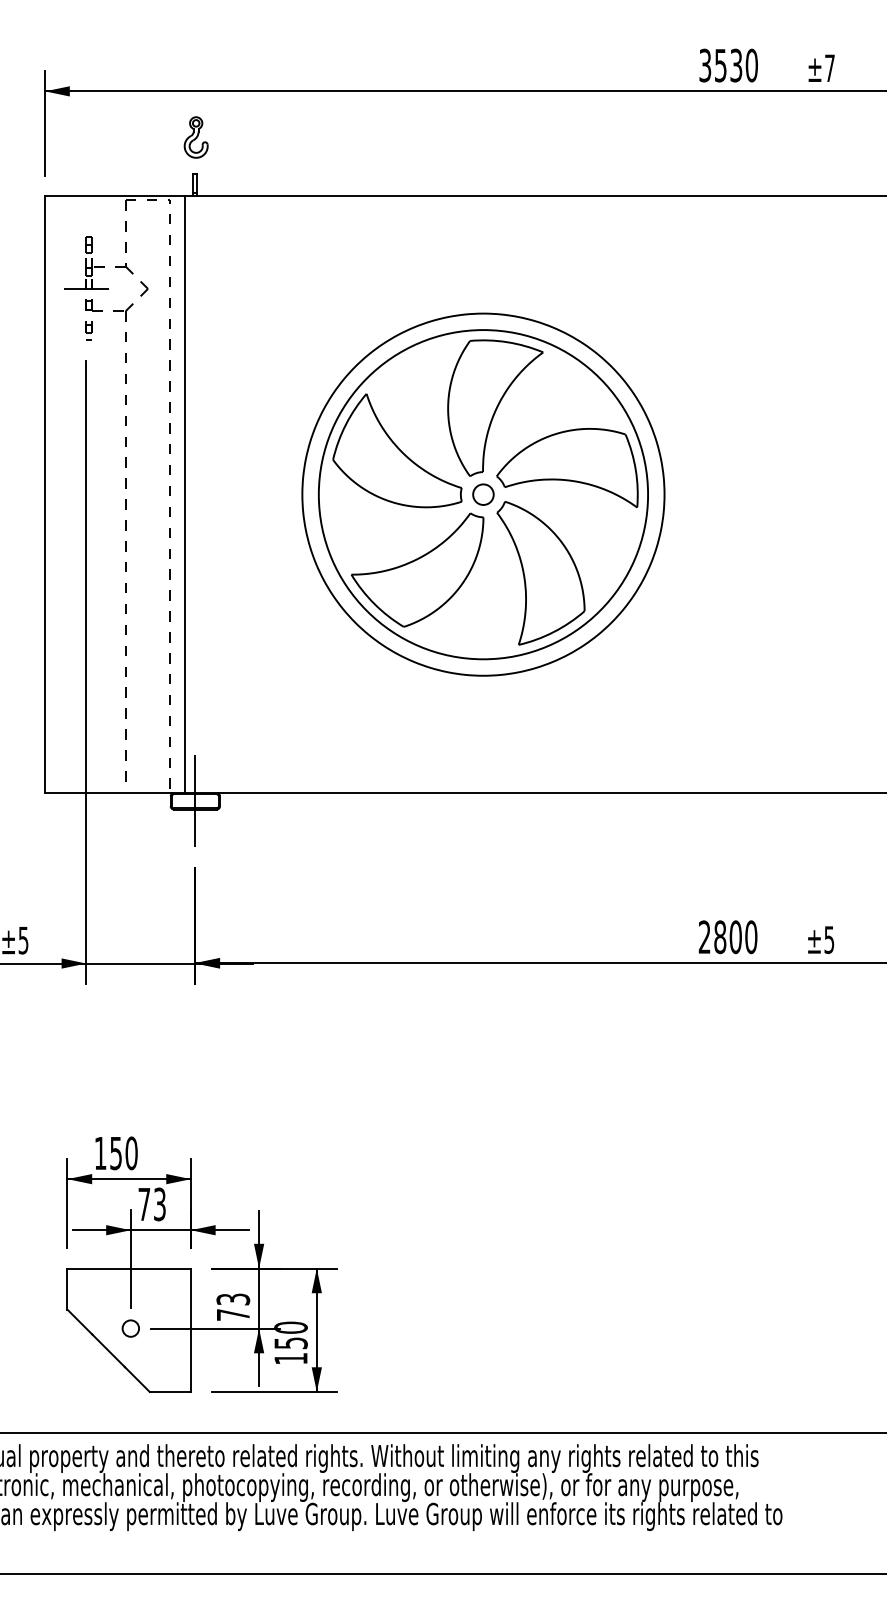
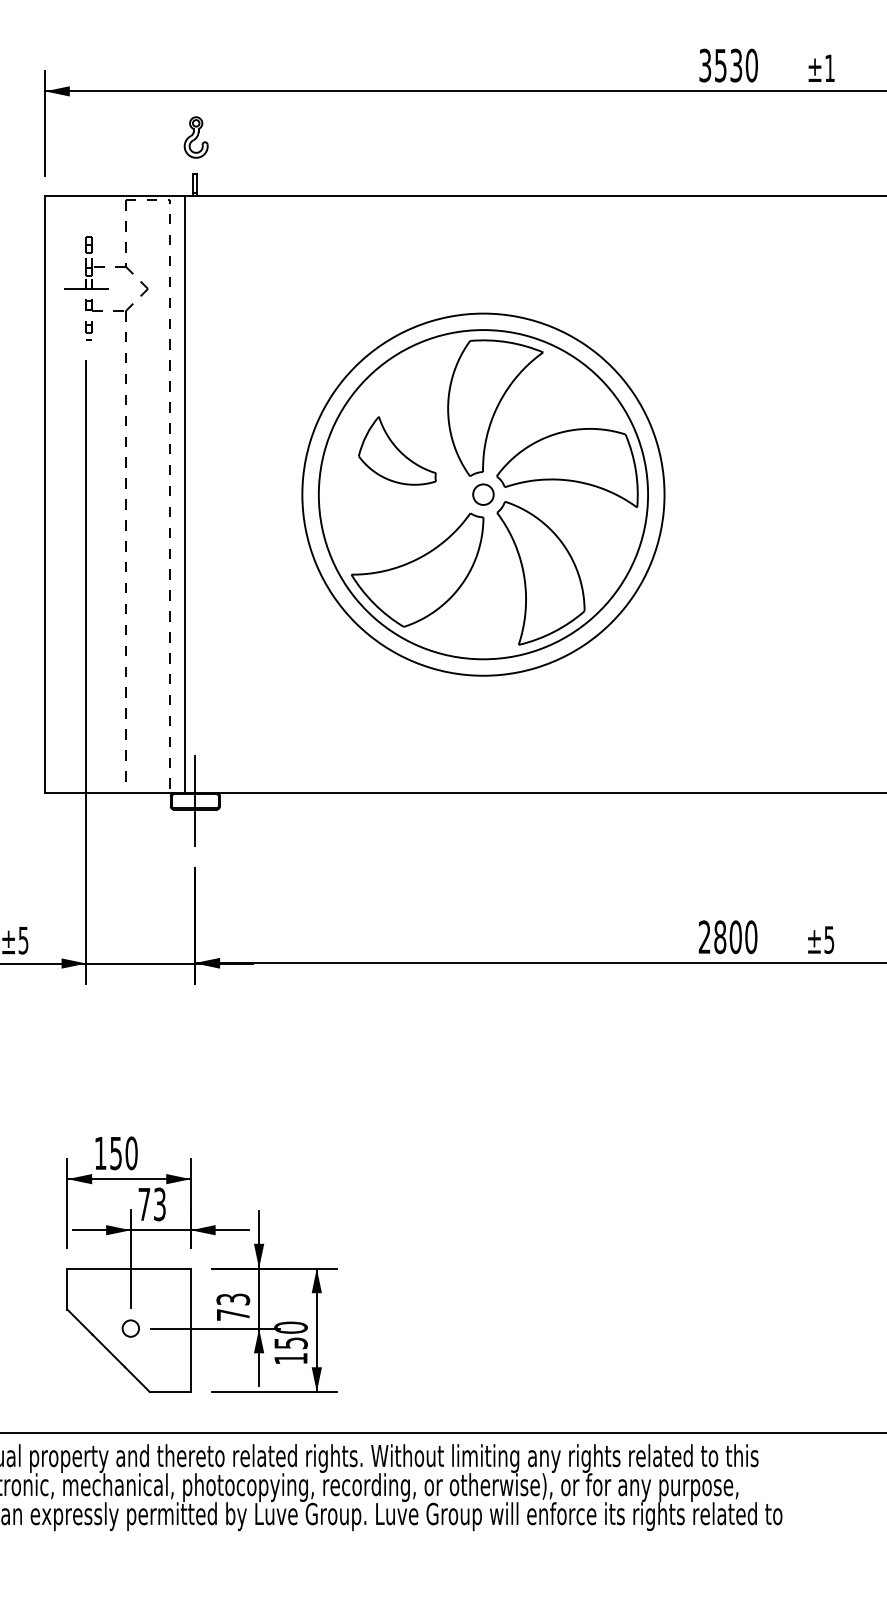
text at (829, 67): ±7 -> ±1
part at (397, 450) size: 131x116 px -> 79x70 px
line at (442, 1574): present -> none
